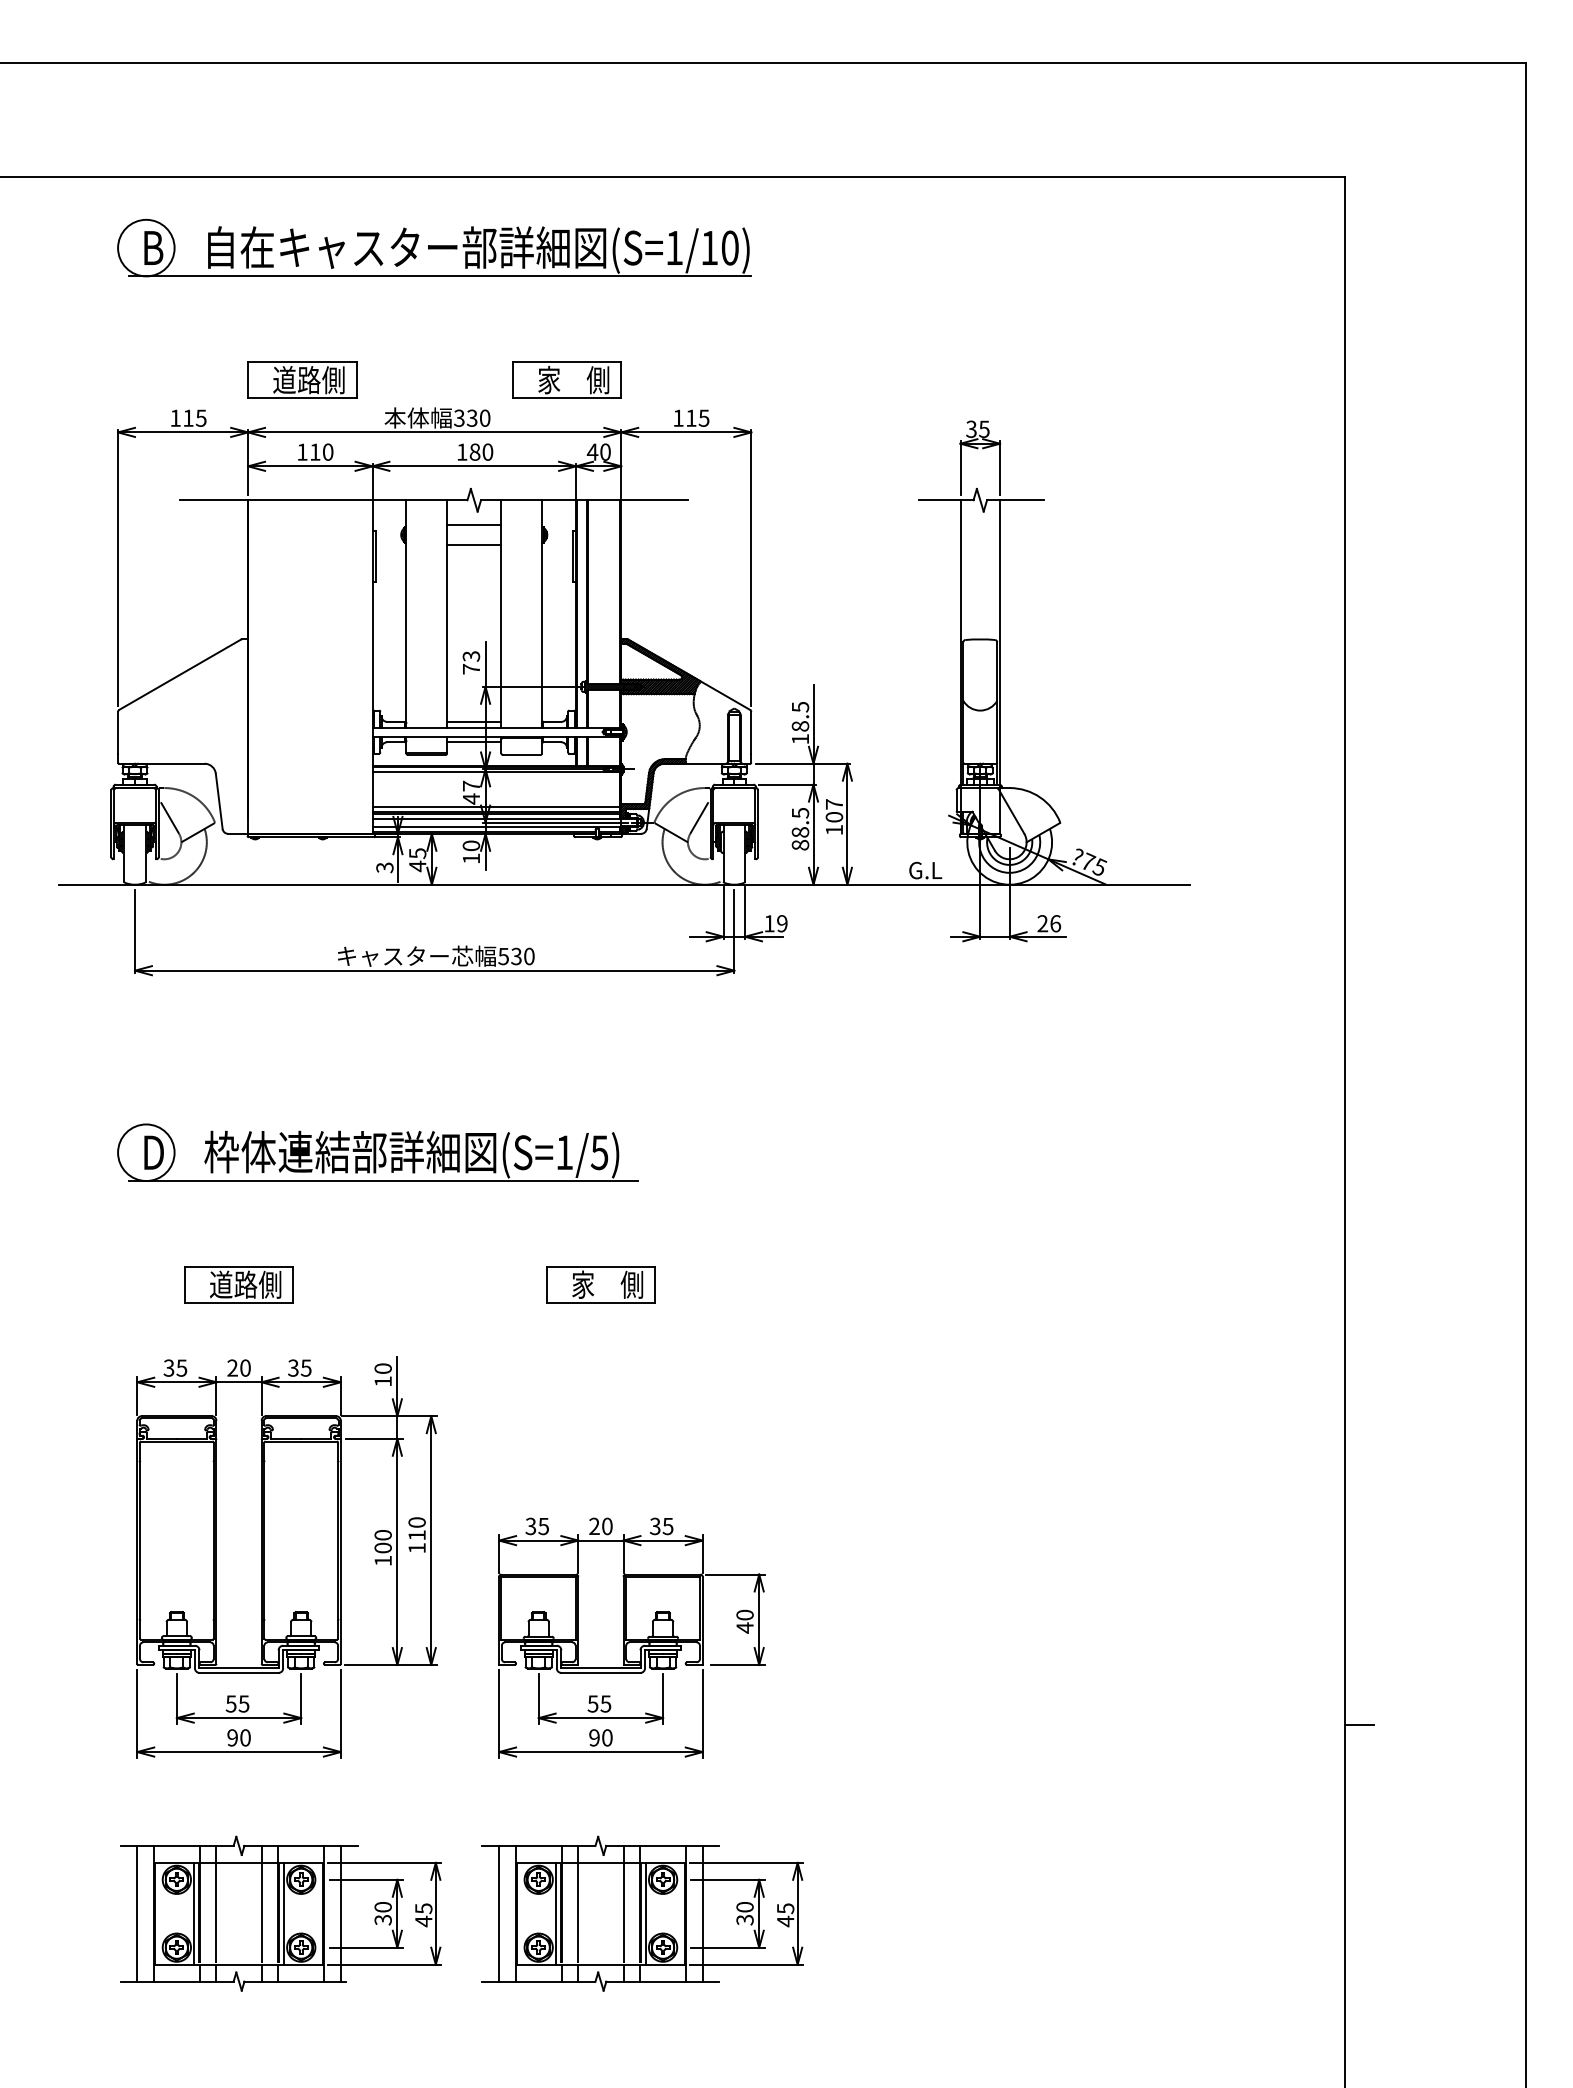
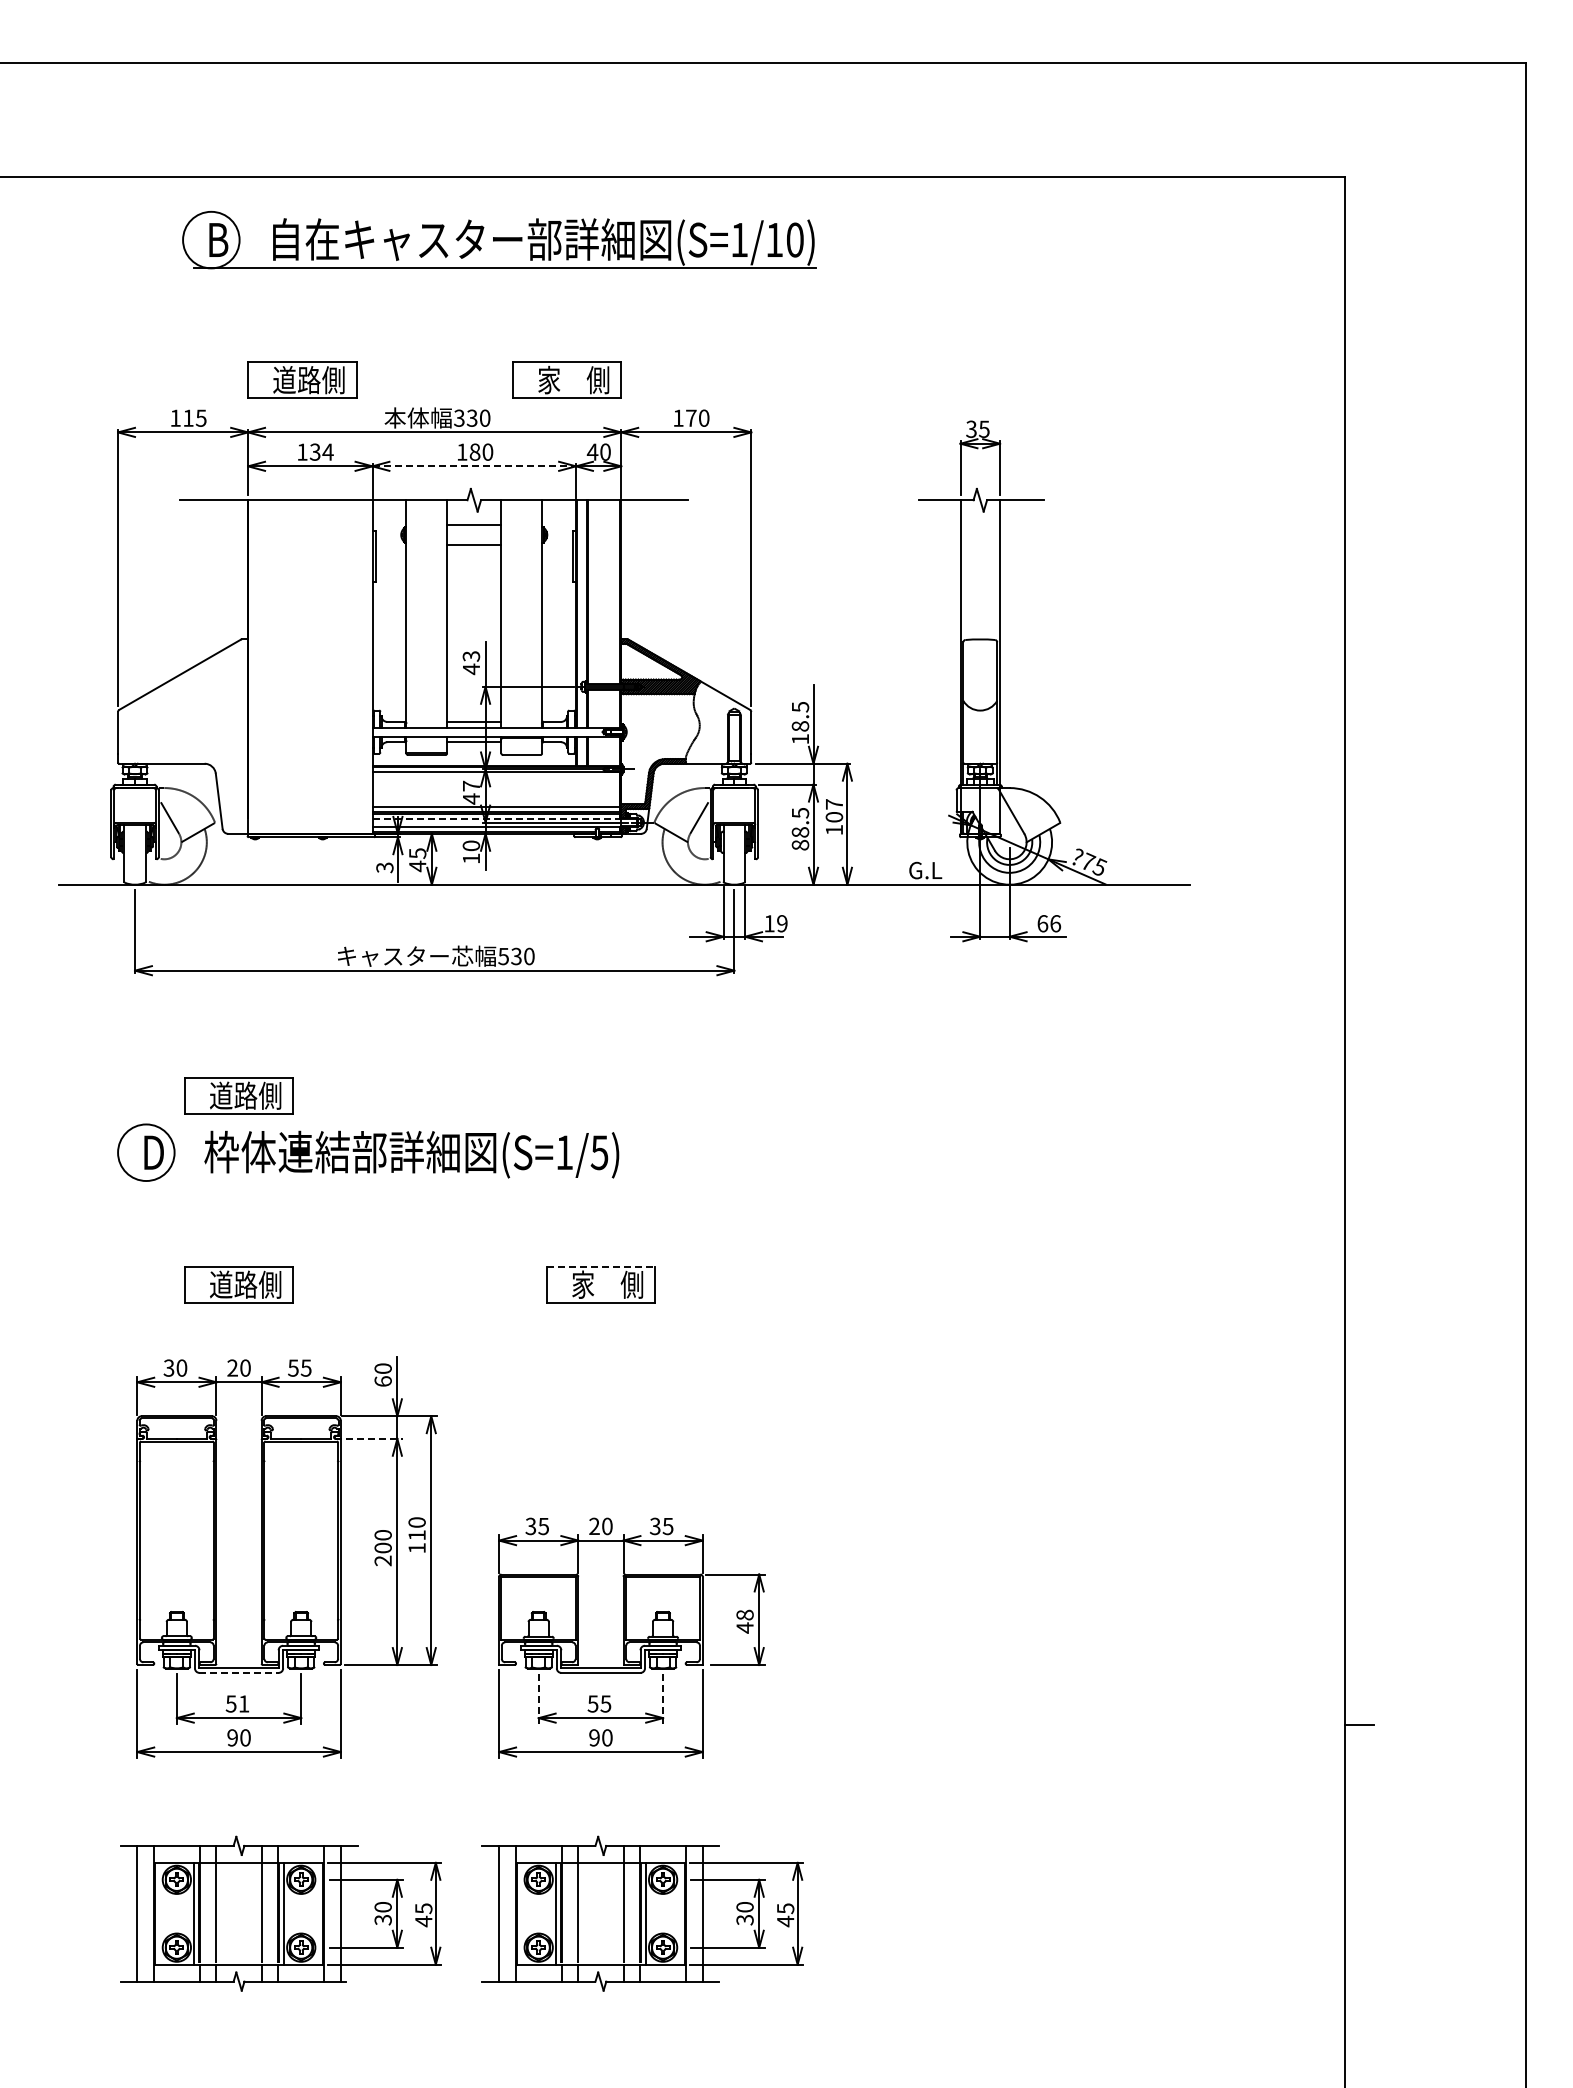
part at (434, 247) position: (434, 247) -> (499, 239)
text at (697, 417): 115 -> 170
text at (321, 451): 110 -> 134
line at (474, 466): solid -> dashed
text at (471, 669): 73 -> 43
line at (497, 818): solid -> dashed
text at (1042, 923): 26 -> 66
part at (238, 1095): none -> present
line at (383, 1181): present -> none
line at (601, 1266): solid -> dashed
text at (181, 1367): 35 -> 30
text at (293, 1367): 35 -> 55
text at (382, 1381): 10 -> 60
line at (375, 1438): solid -> dashed
text at (382, 1560): 100 -> 200
text at (745, 1614): 40 -> 48
line at (239, 1672): solid -> dashed
line at (538, 1699): solid -> dashed
line at (663, 1699): solid -> dashed
text at (243, 1703): 55 -> 51
